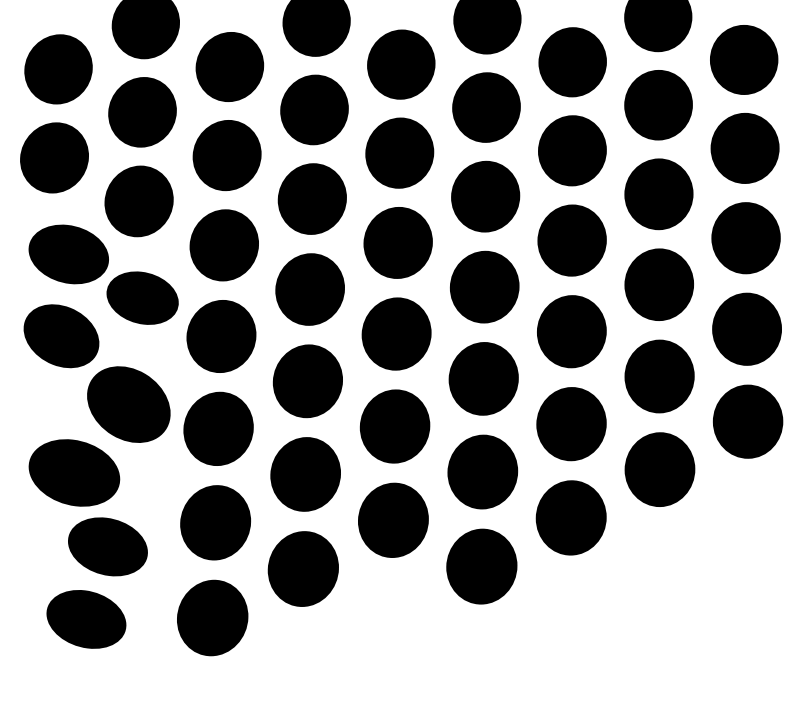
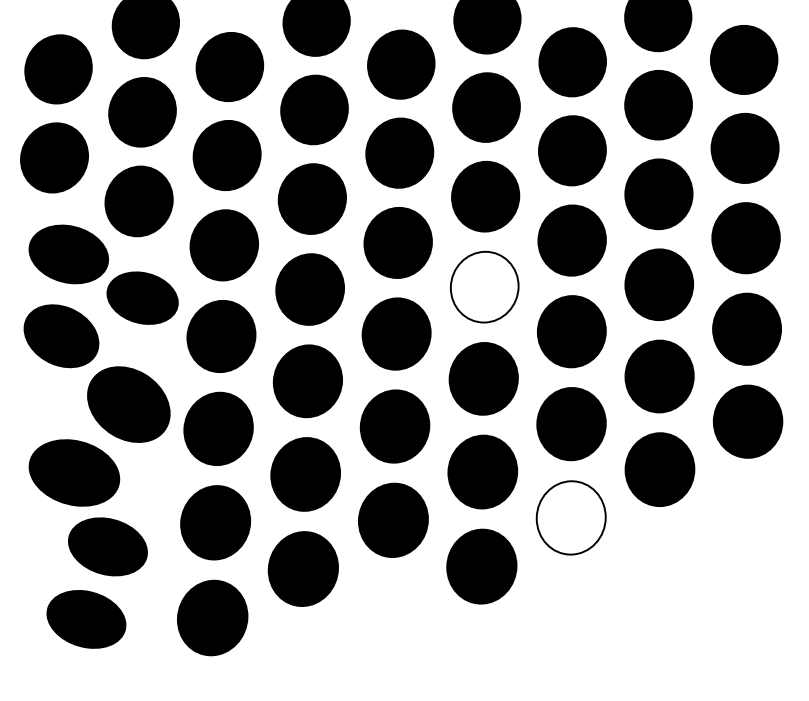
fill at (484, 286): present -> none
fill at (570, 517): present -> none
